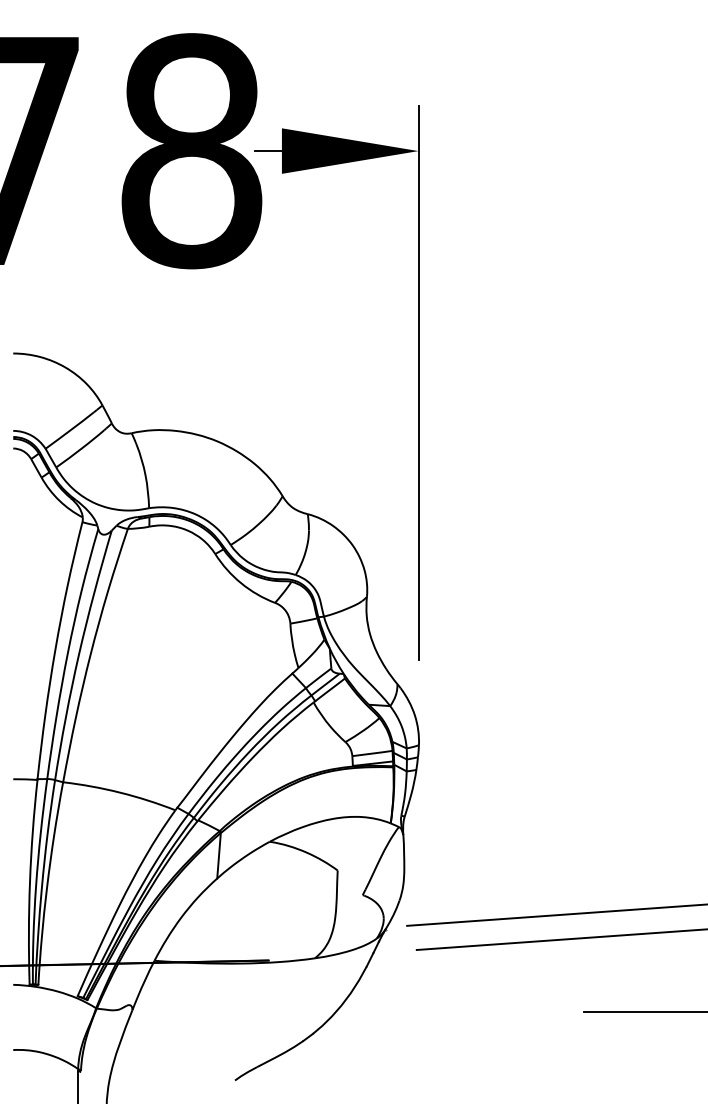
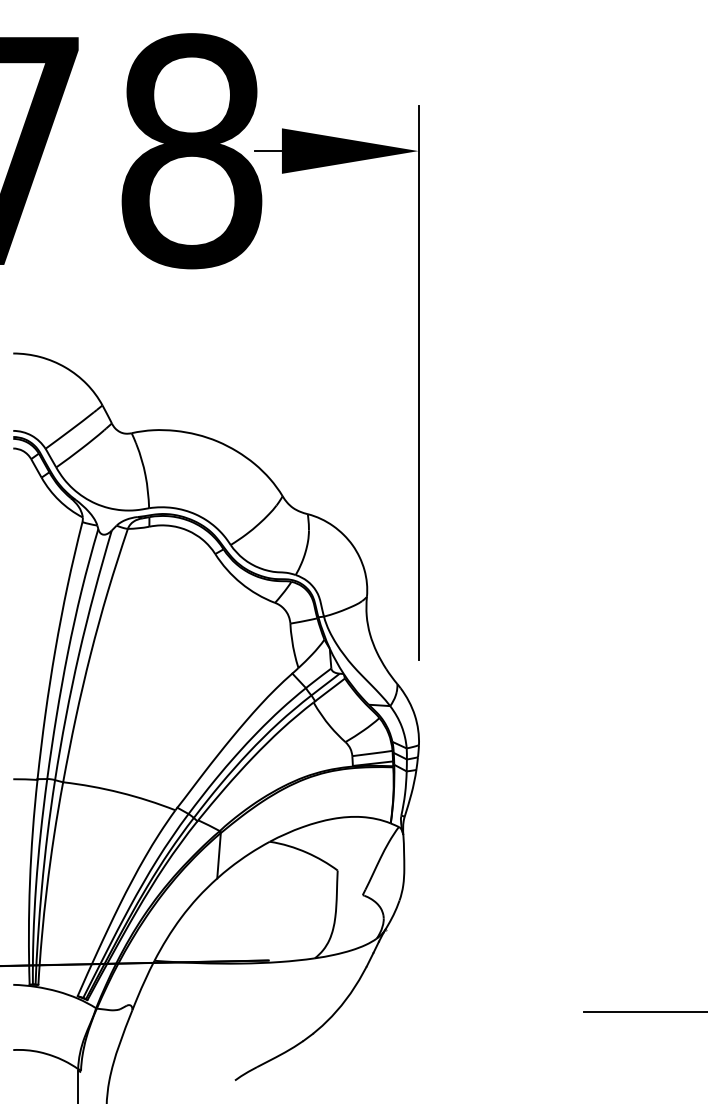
line at (555, 914): present -> none
line at (560, 939): present -> none
